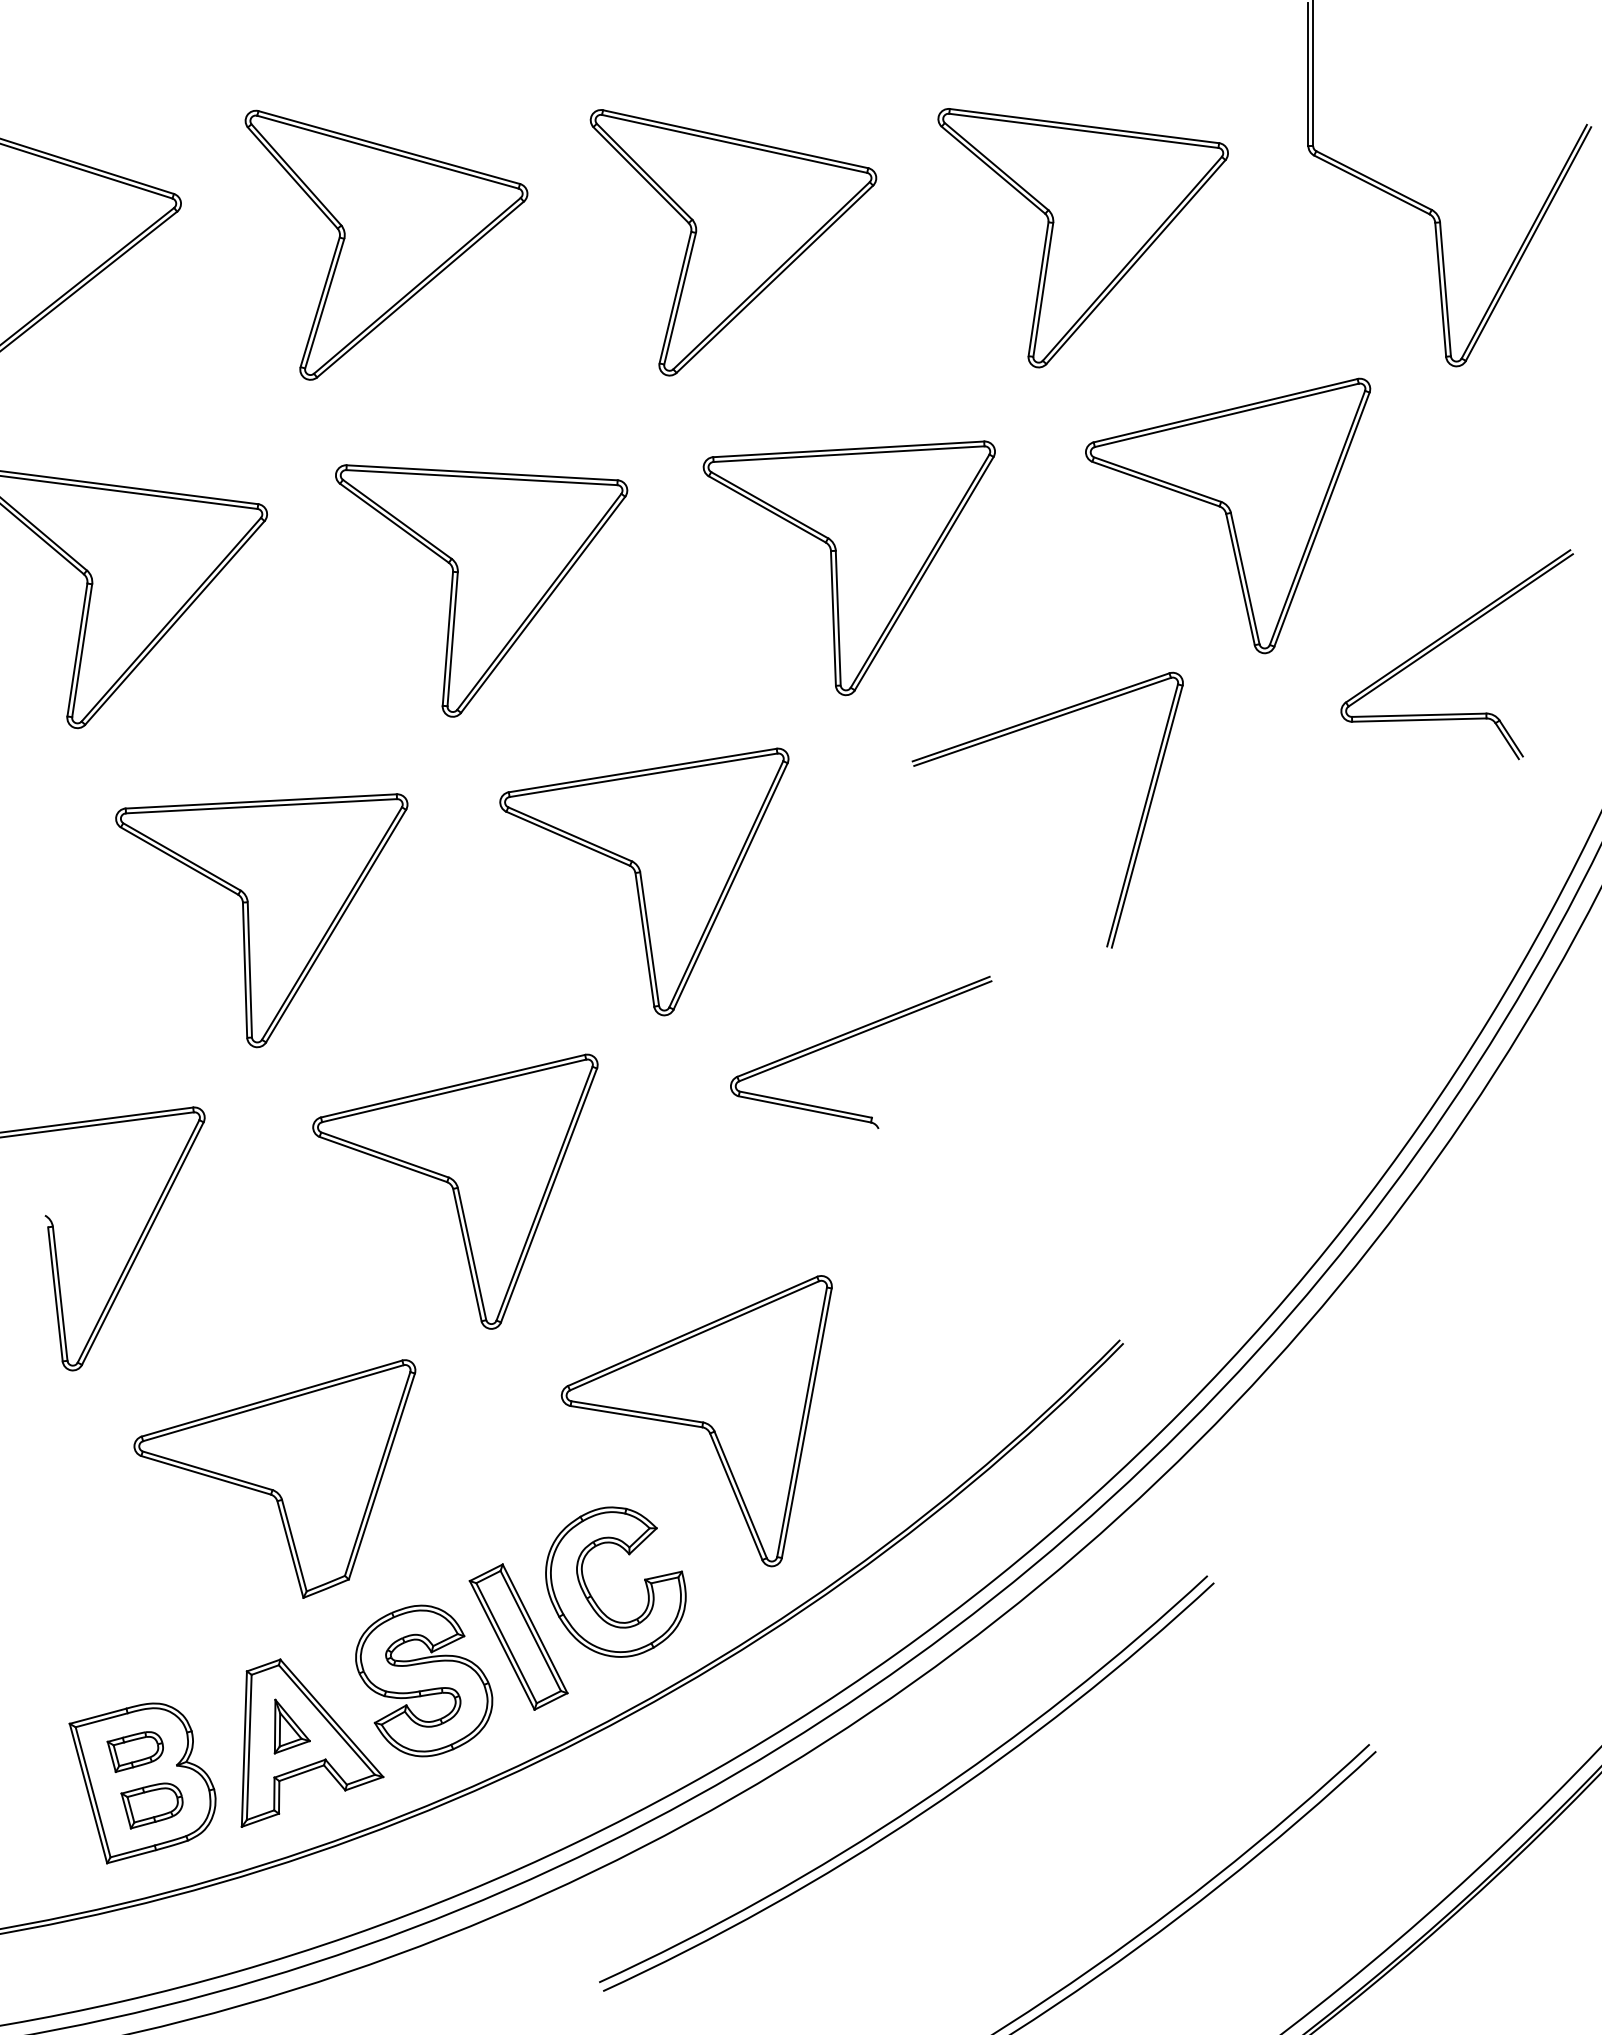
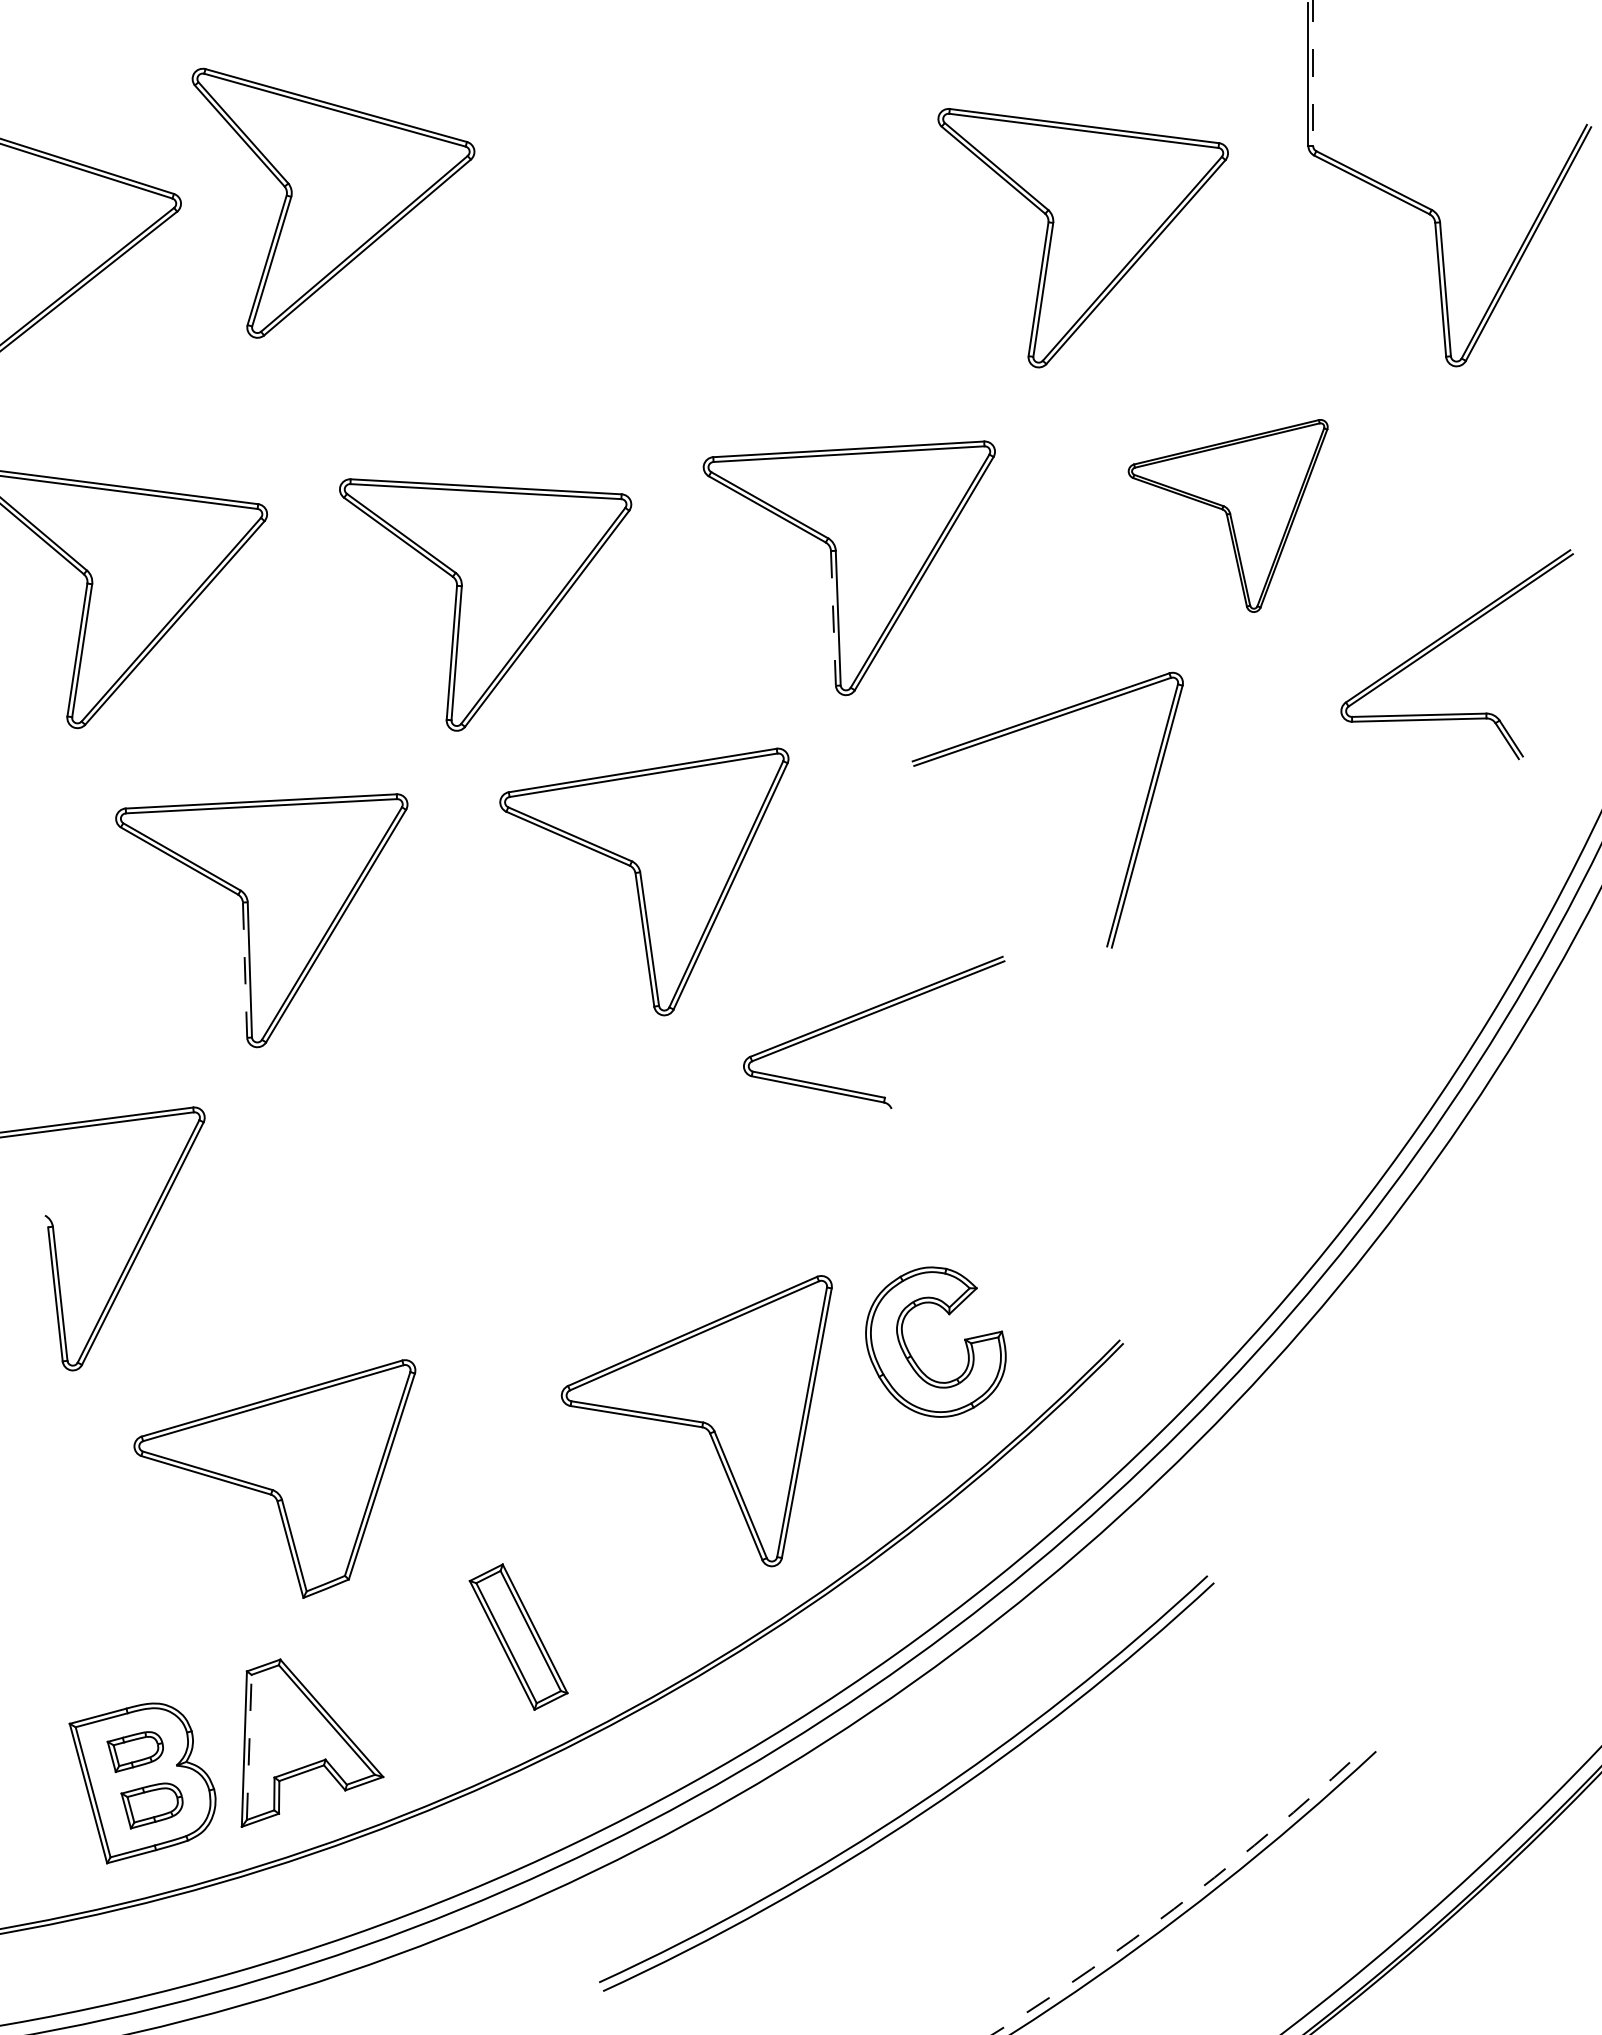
line at (1313, 73): solid -> dashed
part at (733, 242): present -> none
part at (386, 244) position: (386, 244) -> (333, 202)
part at (1228, 515) size: 287x278 px -> 202x194 px
part at (481, 590) position: (481, 590) -> (485, 604)
line at (833, 618): solid -> dashed
line at (245, 970): solid -> dashed
part at (855, 1036) position: (855, 1036) -> (868, 1016)
part at (455, 1191): present -> none
part at (591, 1594) position: (591, 1594) -> (911, 1354)
part at (424, 1680): present -> none
part at (291, 1726): present -> none
line at (249, 1747): solid -> dashed
arc at (1187, 1898): solid -> dashed
